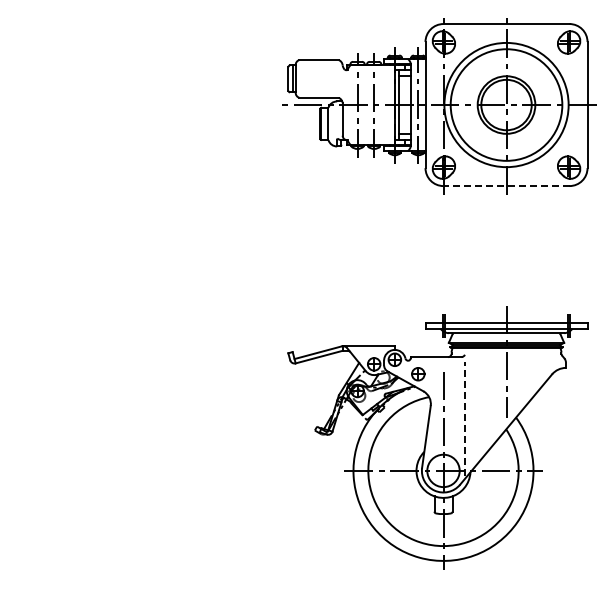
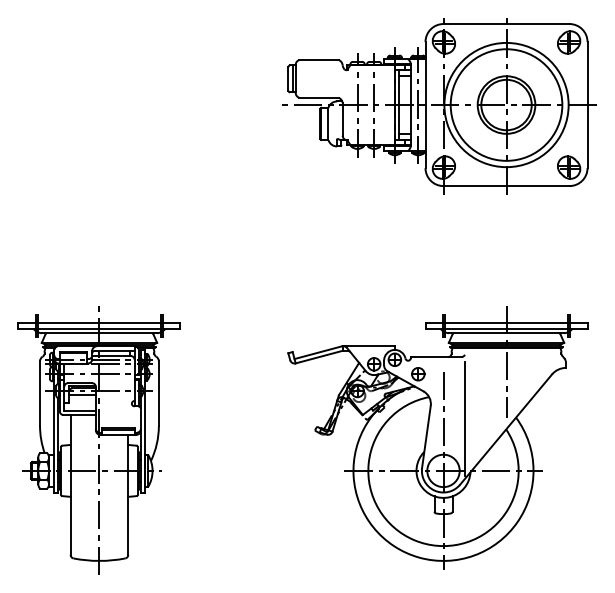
line at (506, 186): dashed -> solid
line at (465, 418): dashed -> solid
part at (98, 440): none -> present
